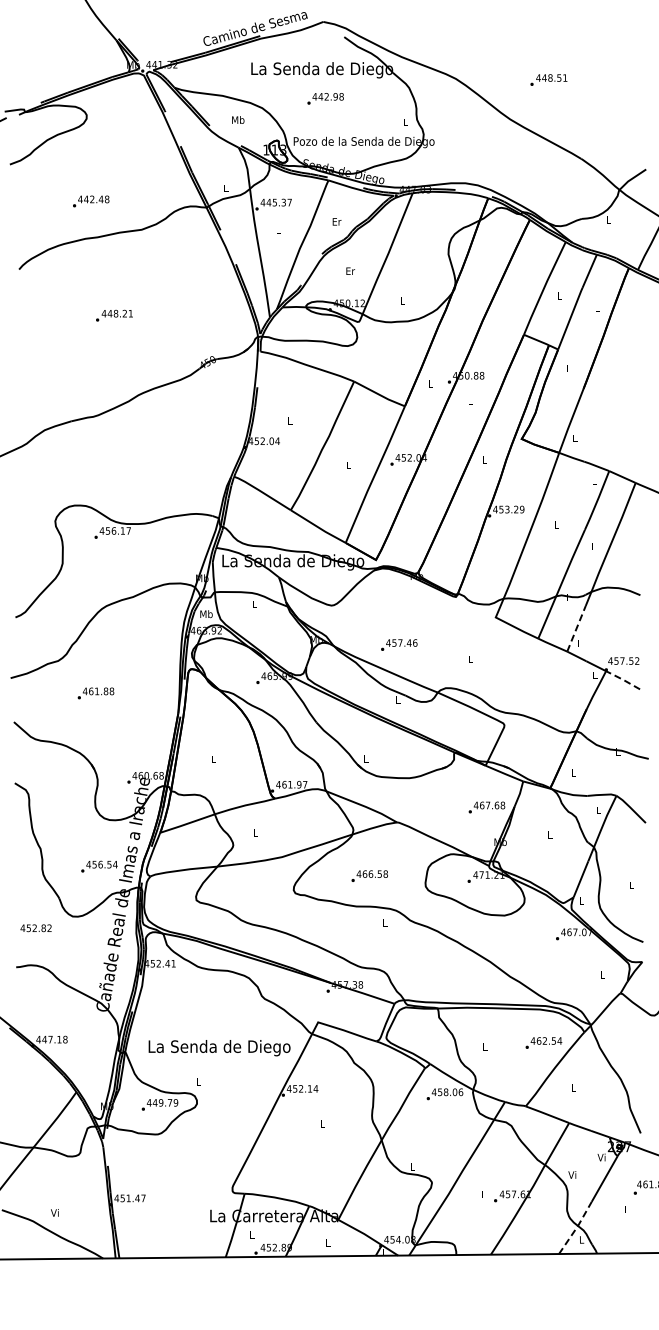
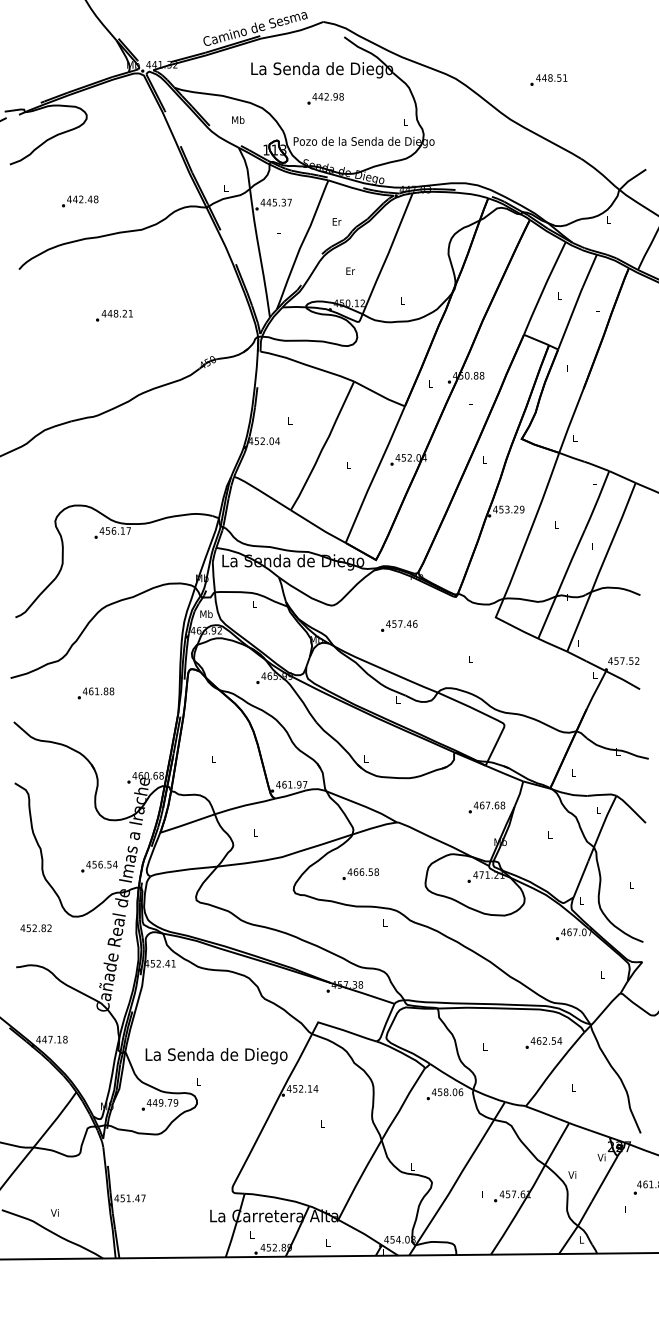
text at (91, 201) position: (91, 201) -> (80, 201)
line at (576, 628): dashed -> solid
text at (399, 644) position: (399, 644) -> (399, 625)
line at (623, 679): dashed -> solid
text at (369, 875) position: (369, 875) -> (360, 873)
text at (219, 1048) position: (219, 1048) -> (216, 1056)
line at (576, 1228): dashed -> solid
